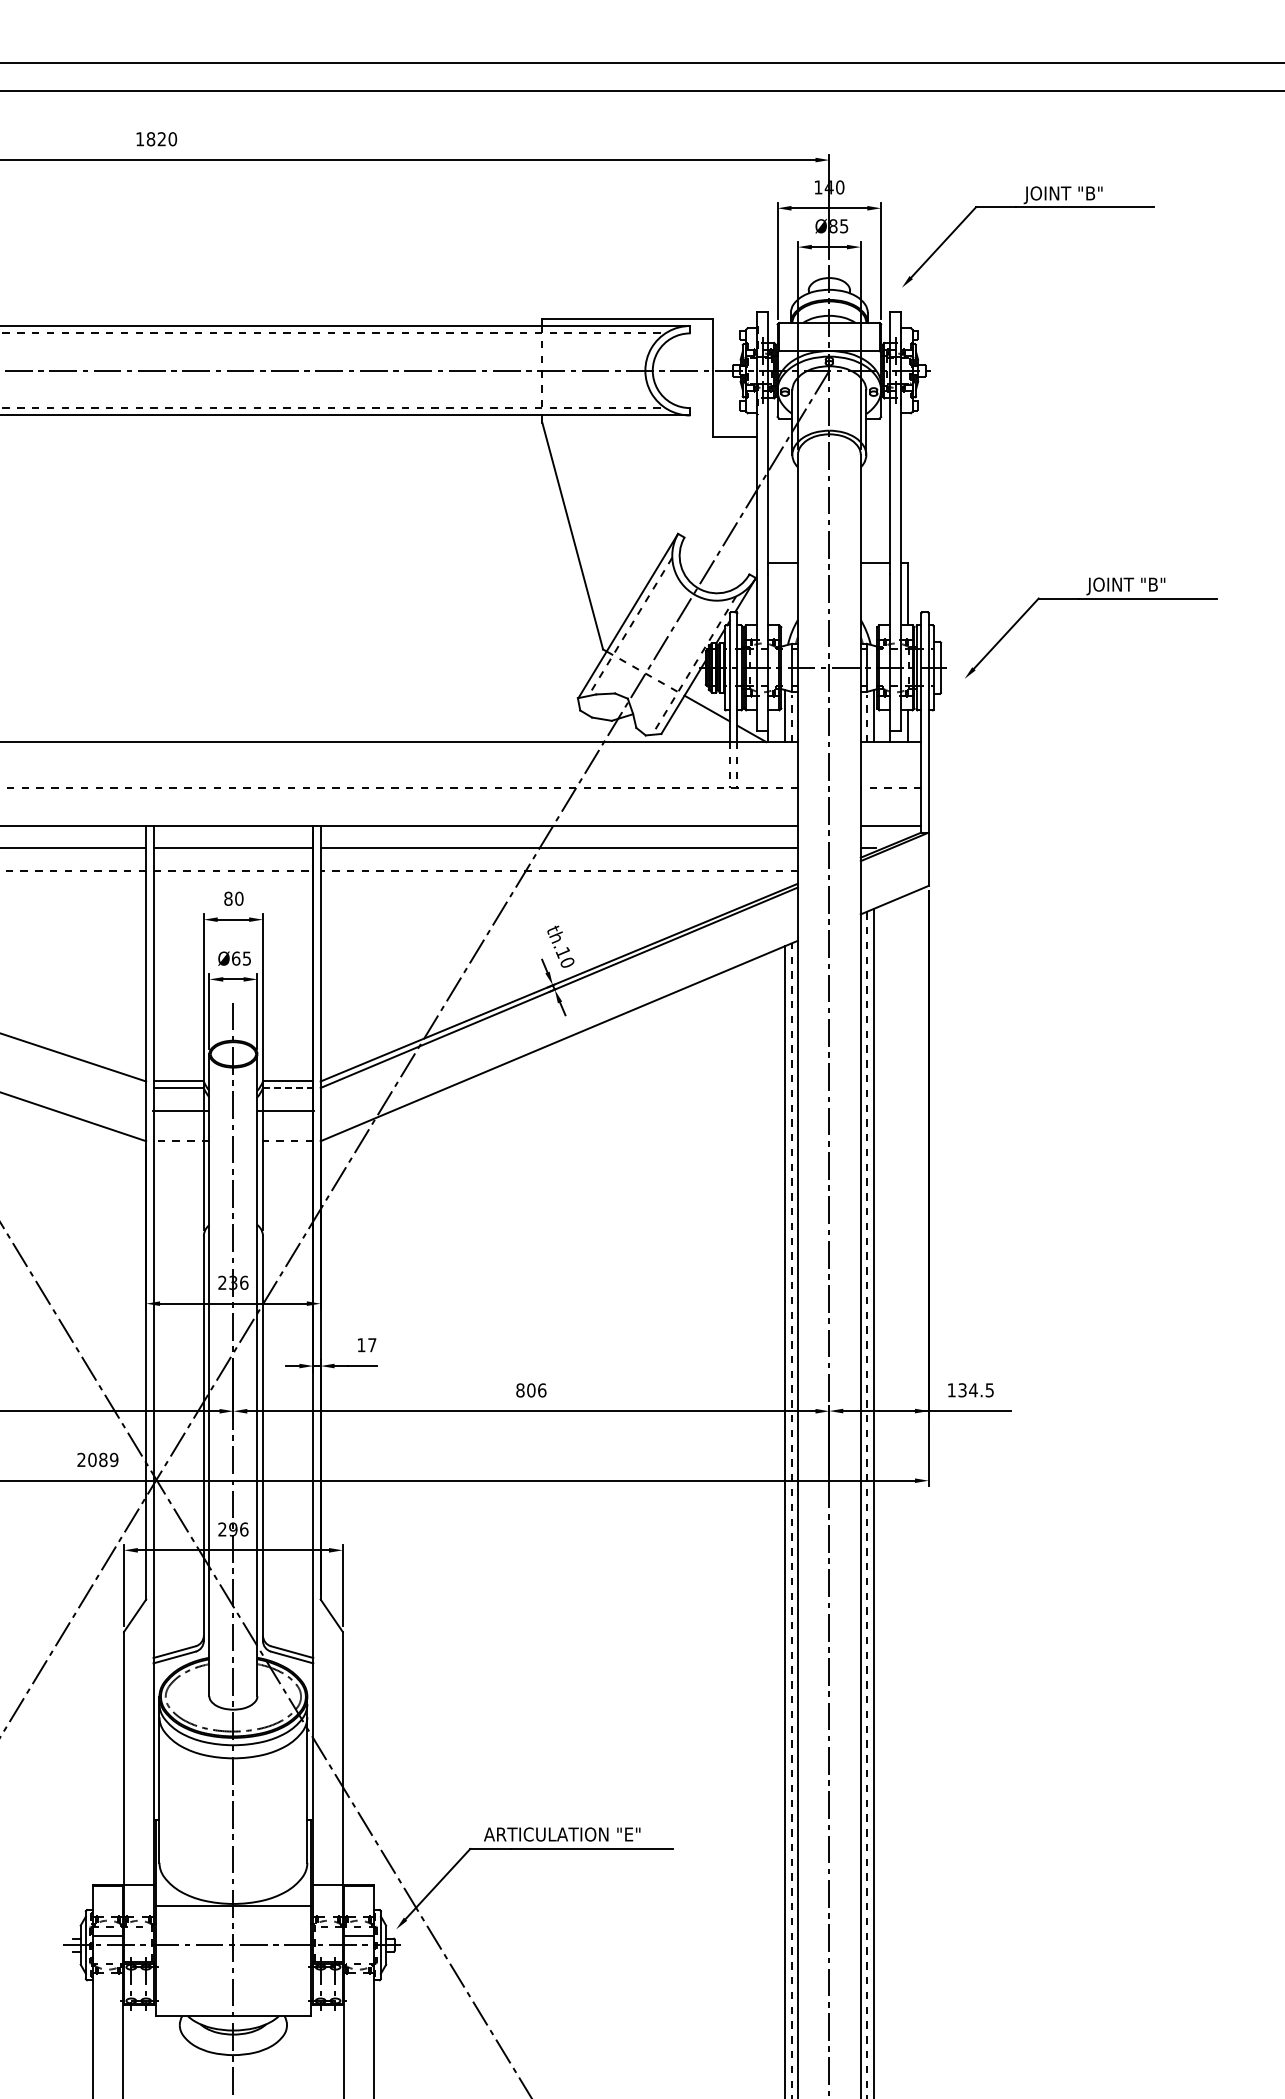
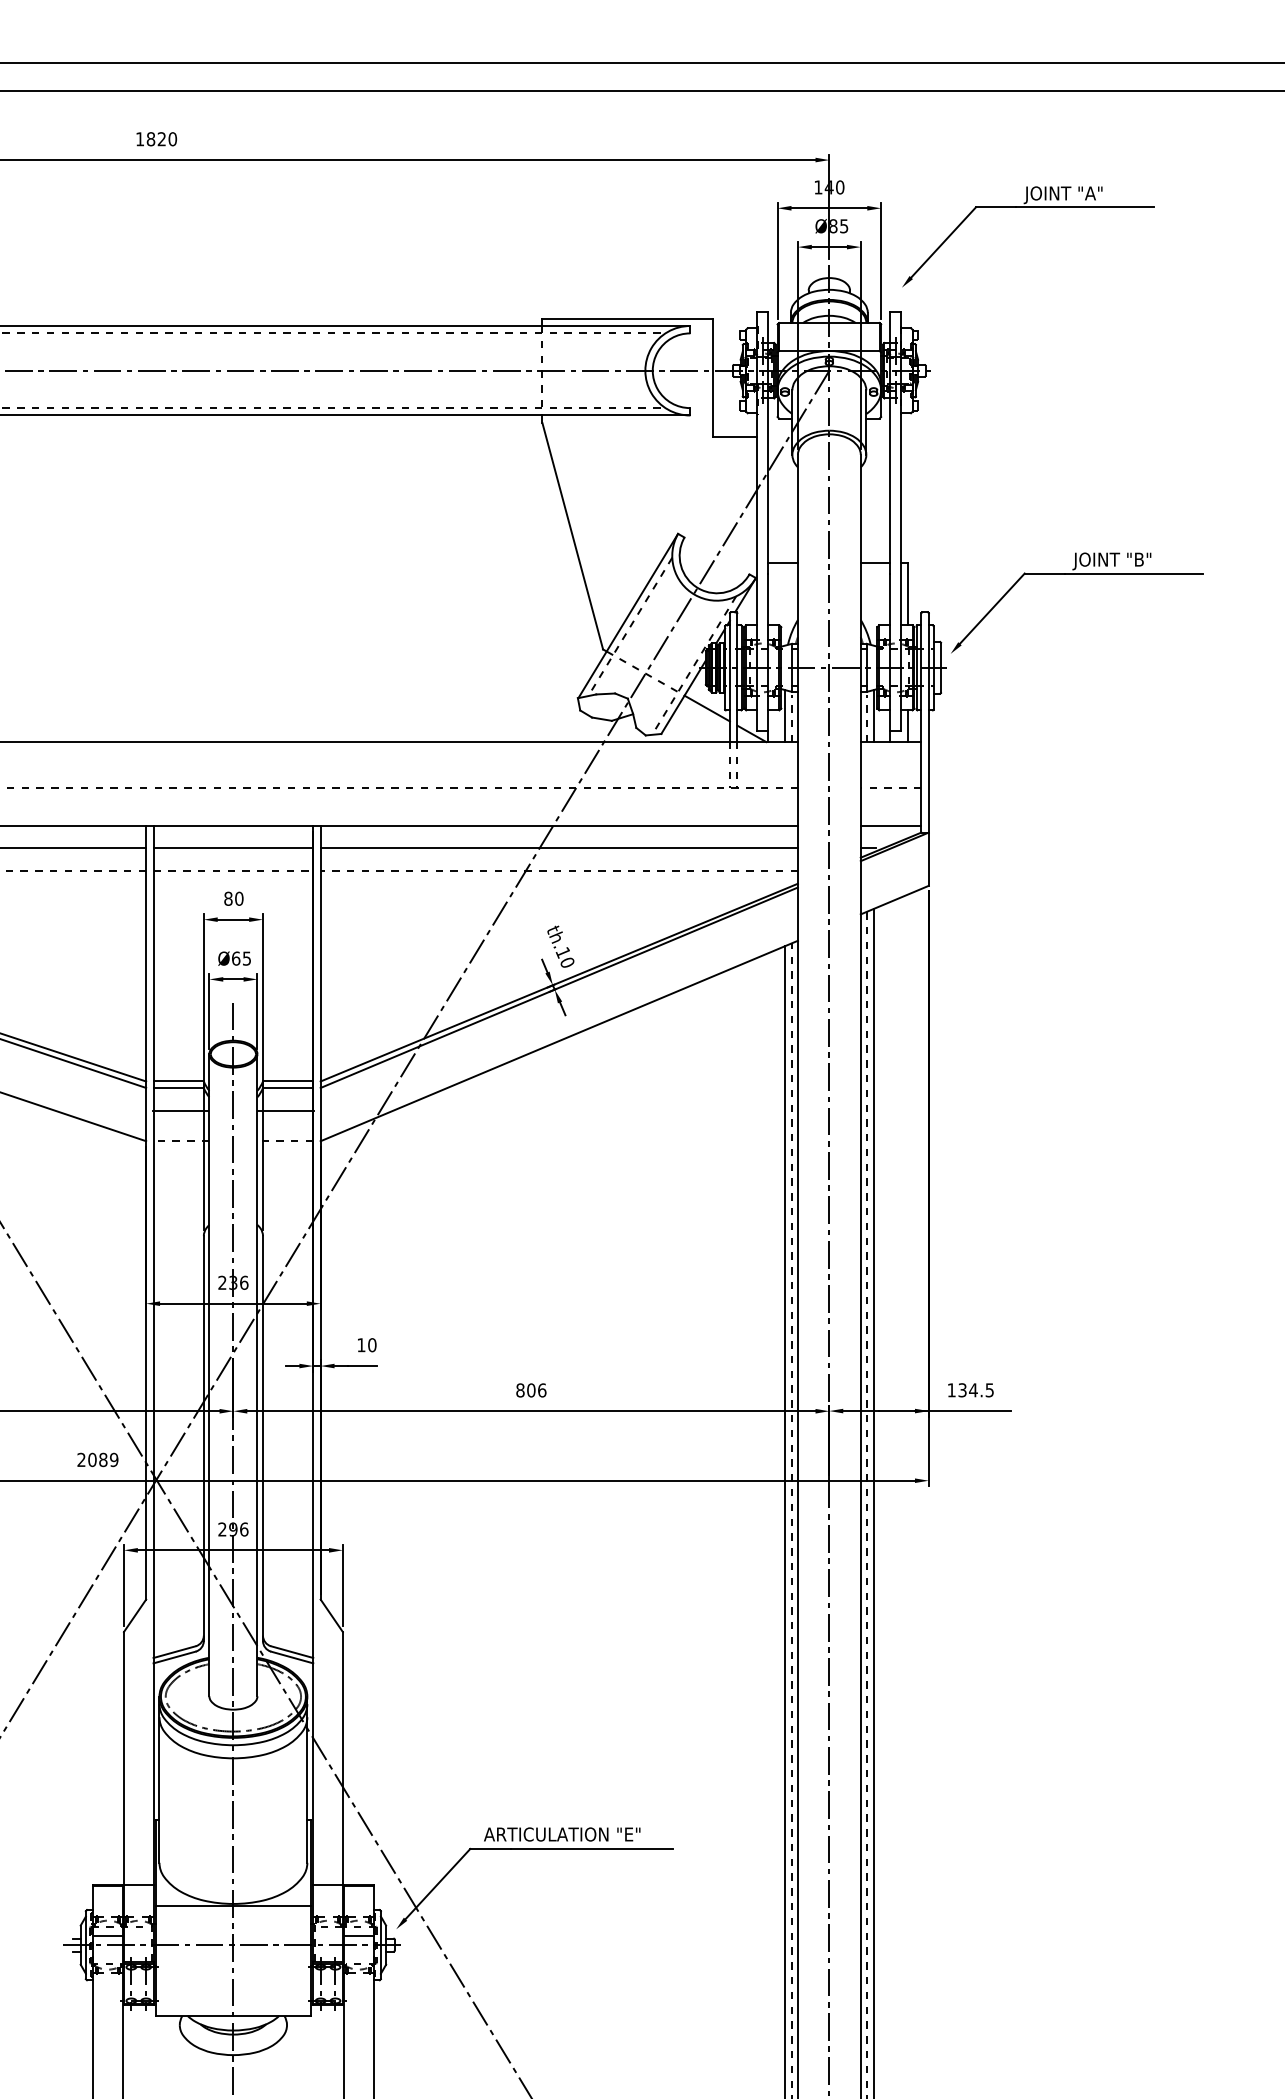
text at (1090, 193): JOINT "B" -> JOINT "A"
part at (1091, 599) position: (1091, 599) -> (1077, 574)
line at (74, 1063): none -> present
line at (288, 1087): dashed -> solid
text at (372, 1345): 17 -> 10
